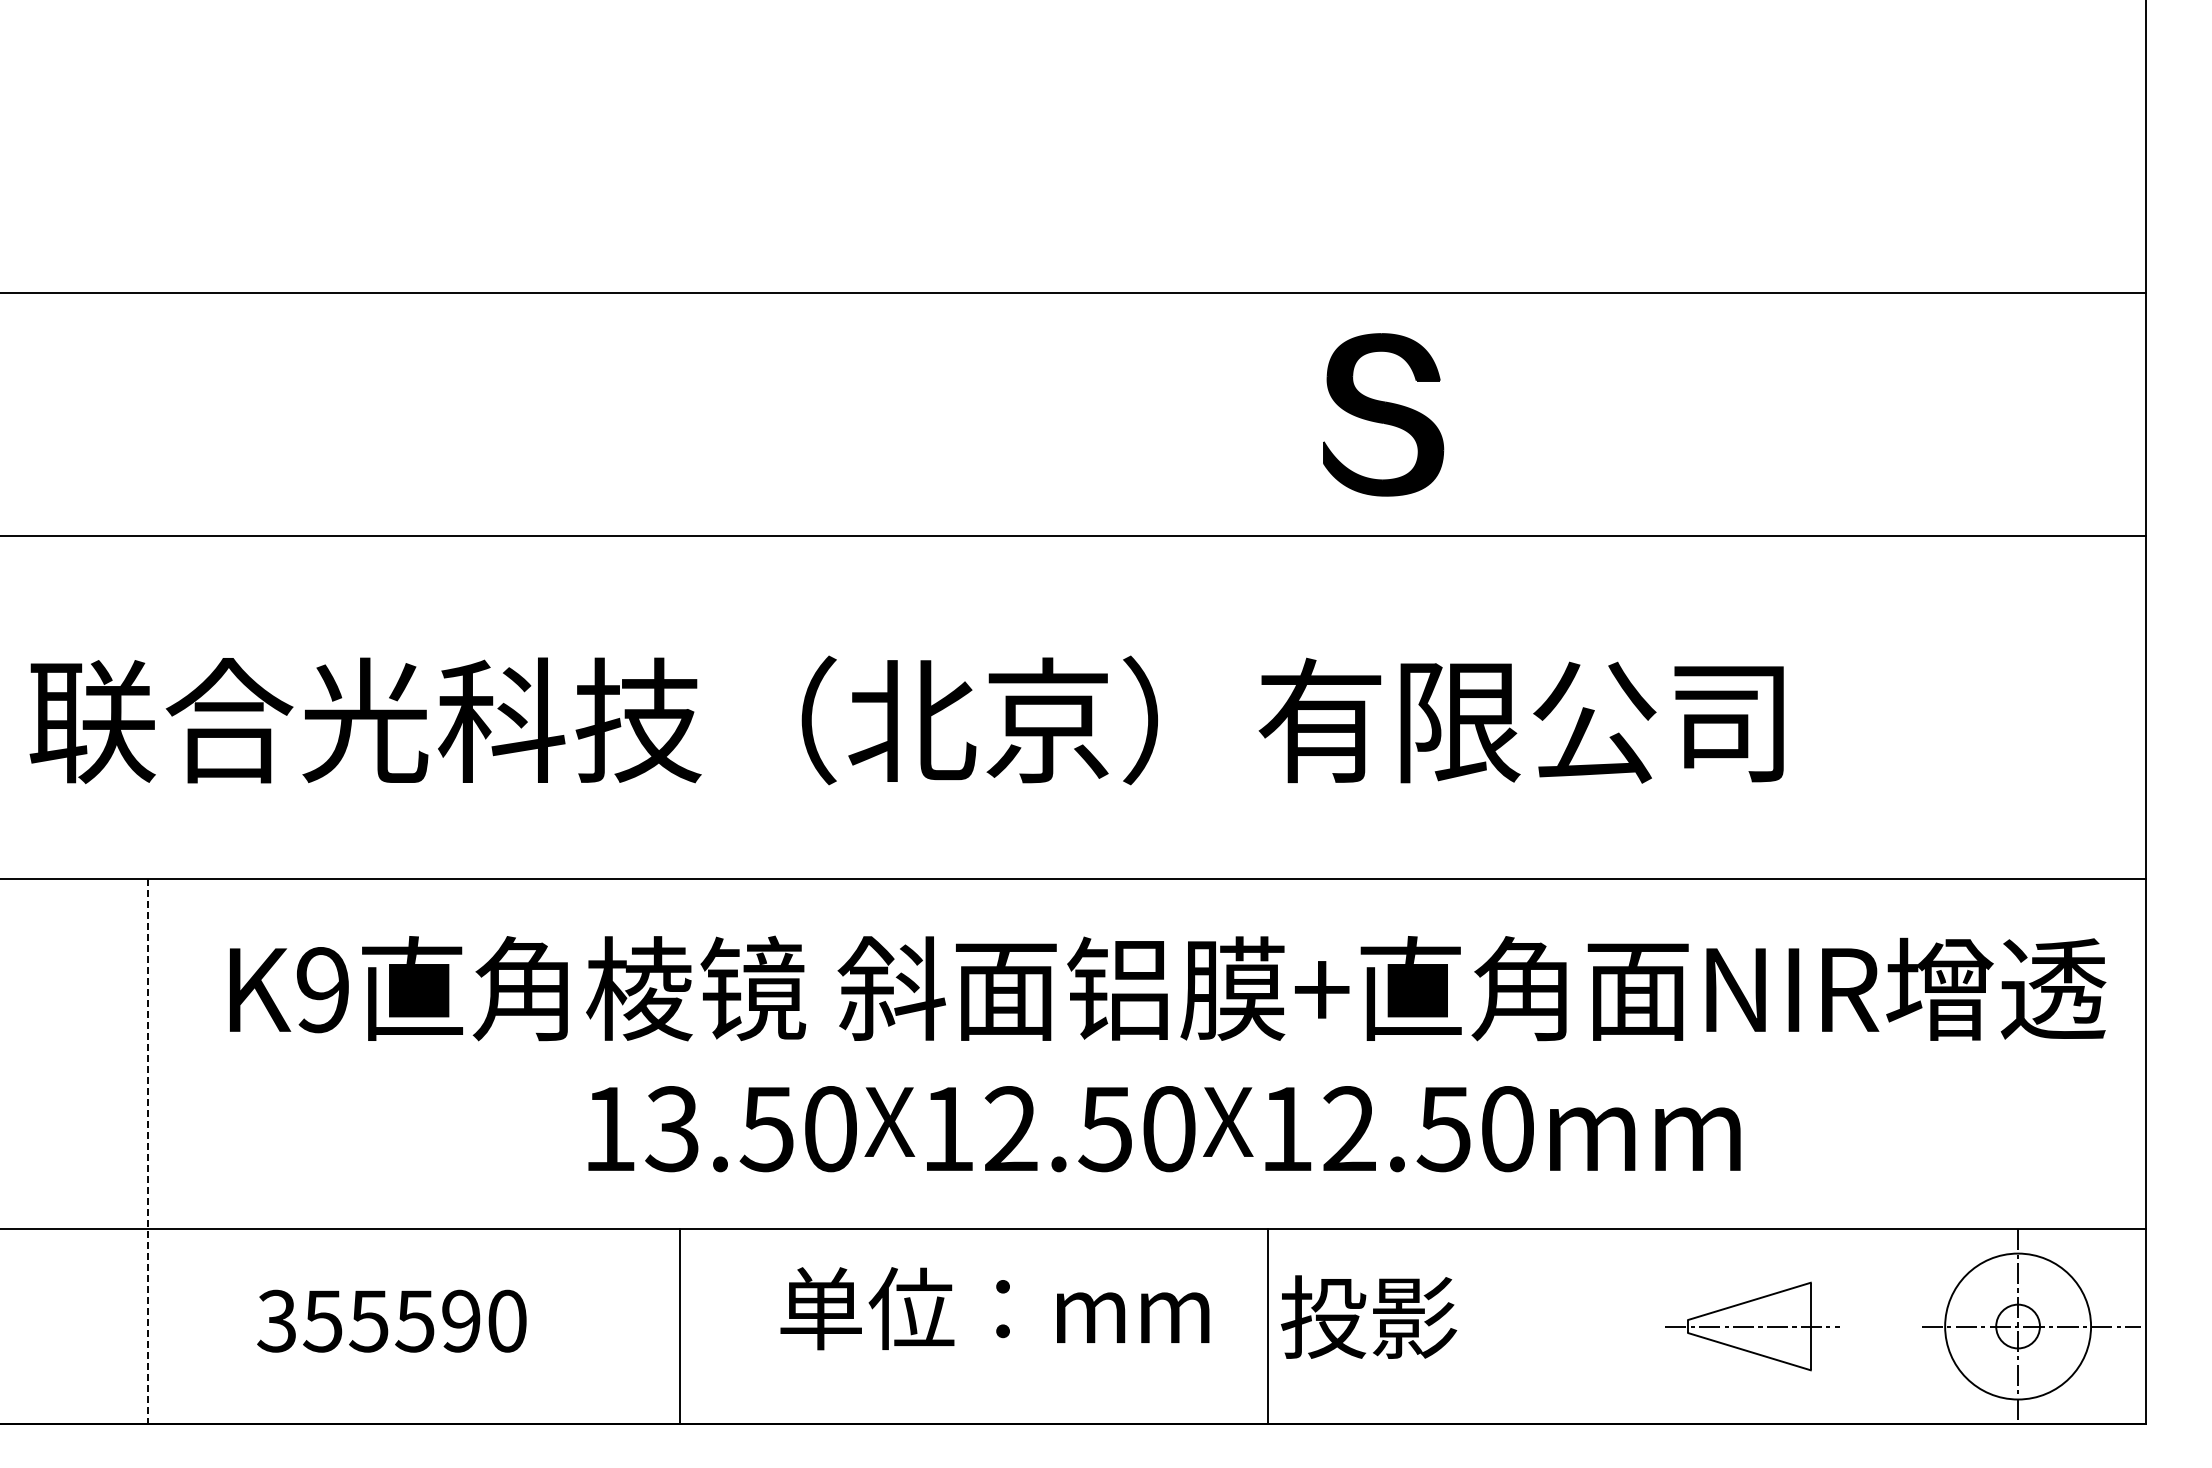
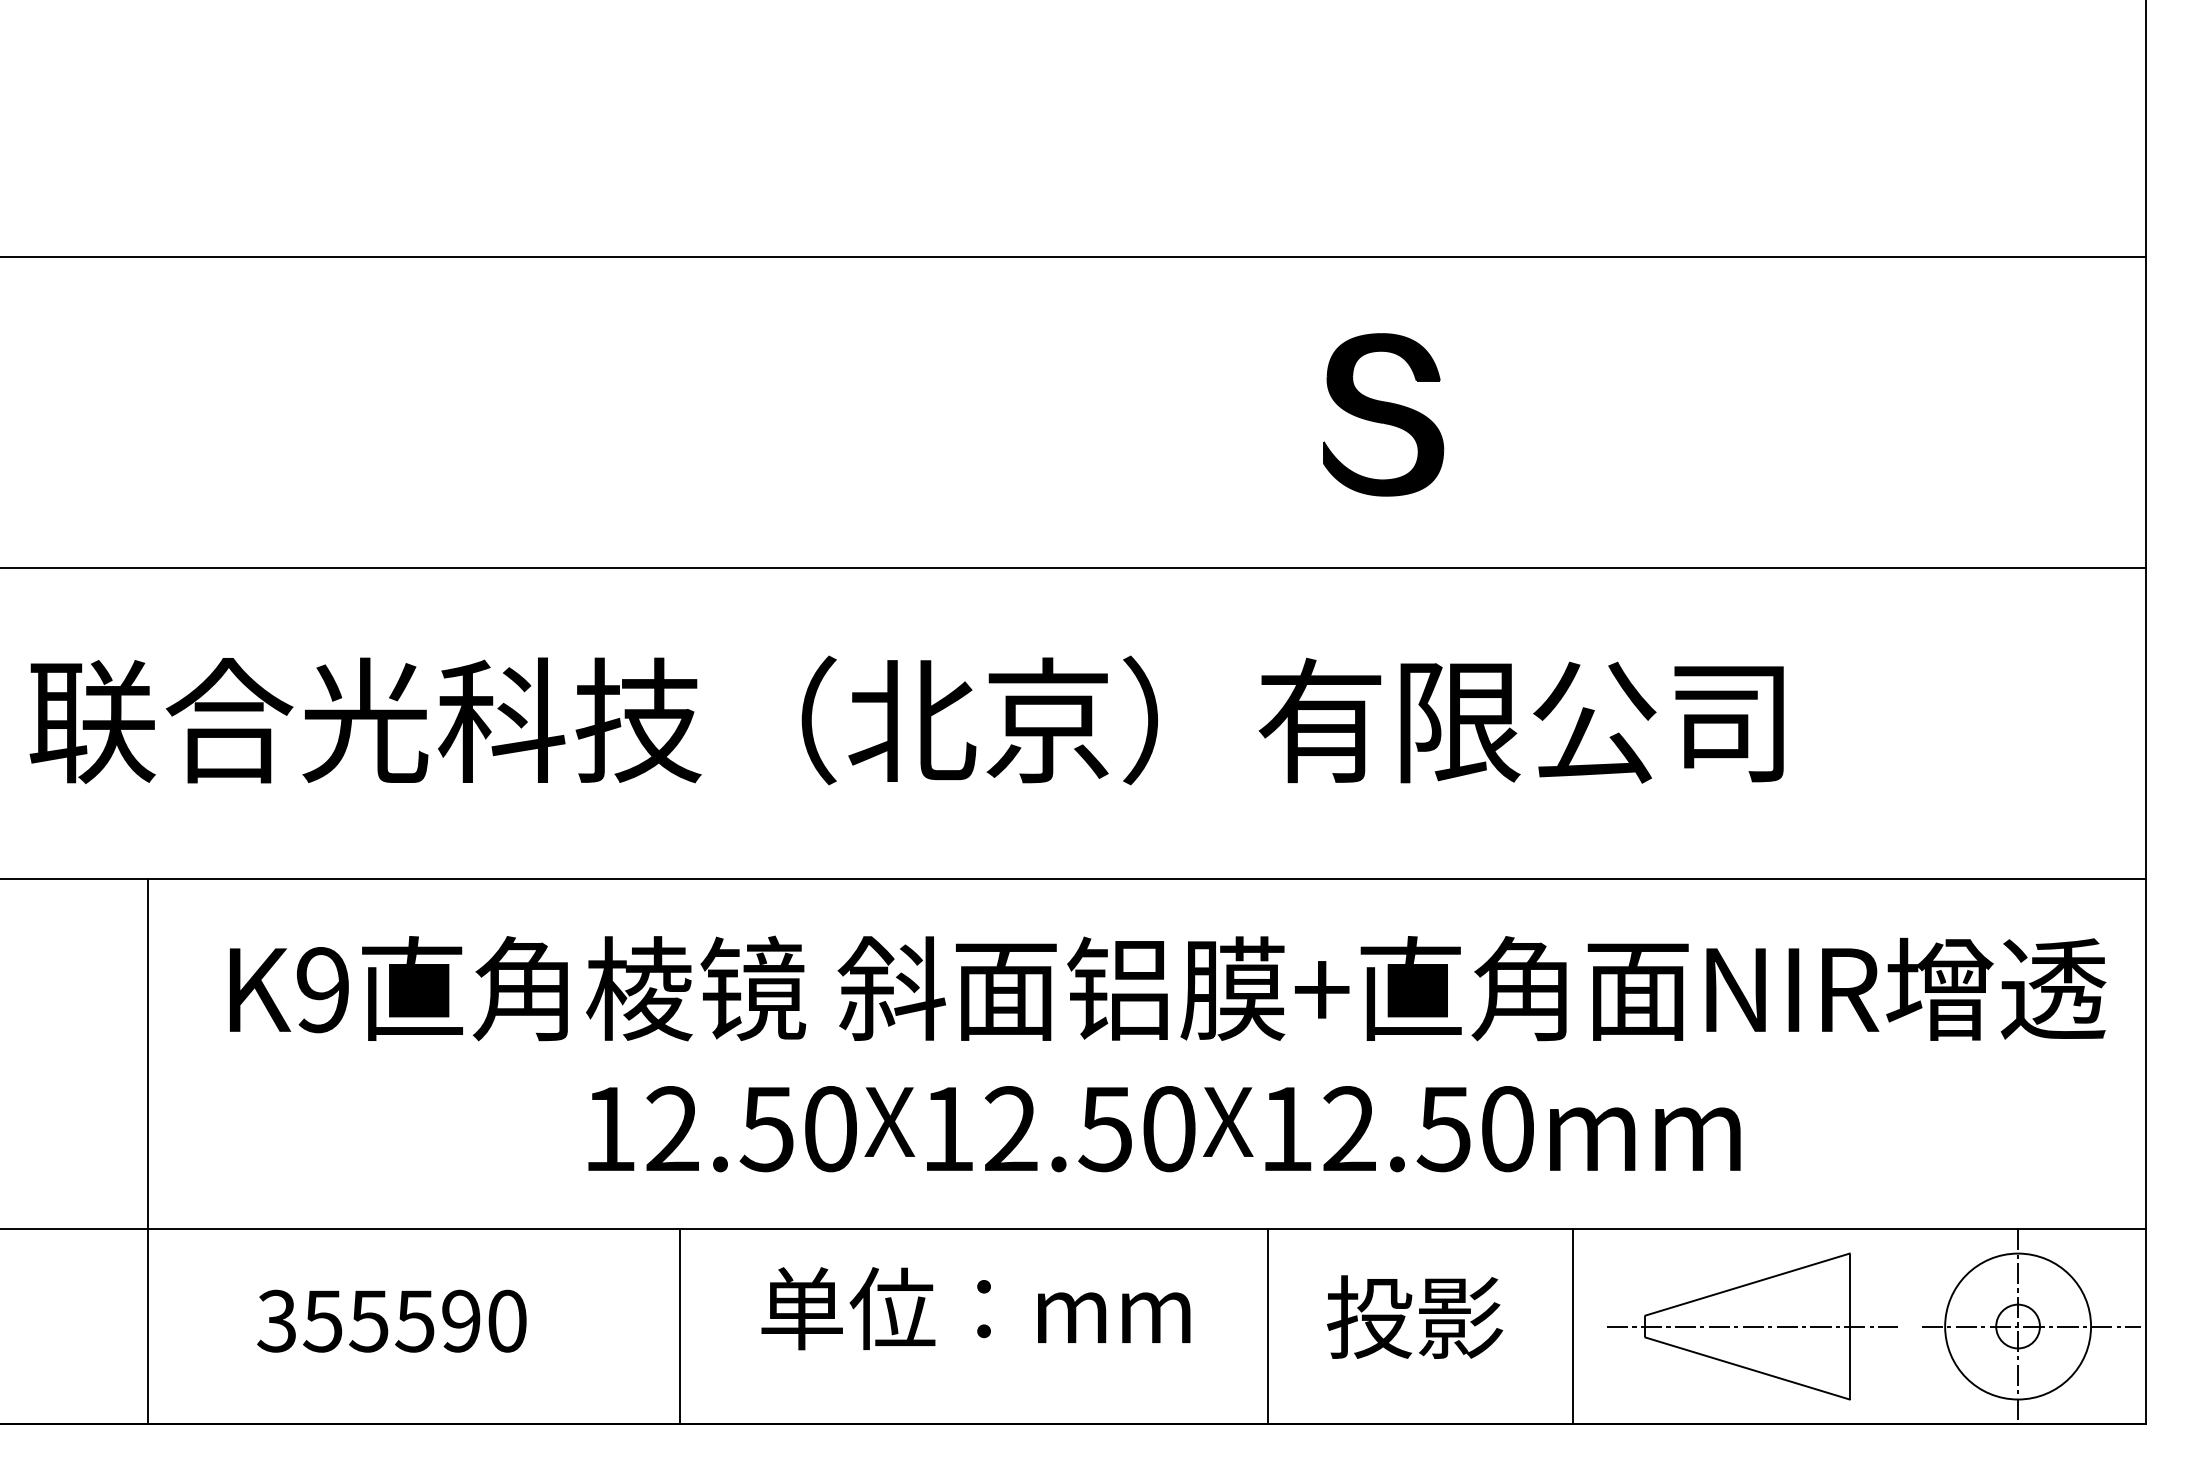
line at (1073, 292) position: (1073, 292) -> (1073, 256)
line at (1073, 535) position: (1073, 535) -> (1073, 567)
text at (671, 1129): 13.50 -> 12.50
line at (147, 1152): dashed -> solid
text at (994, 1308) position: (994, 1308) -> (975, 1308)
text at (1369, 1316) position: (1369, 1316) -> (1415, 1316)
line at (1572, 1326): none -> present
part at (1752, 1326) size: 175x91 px -> 291x149 px
